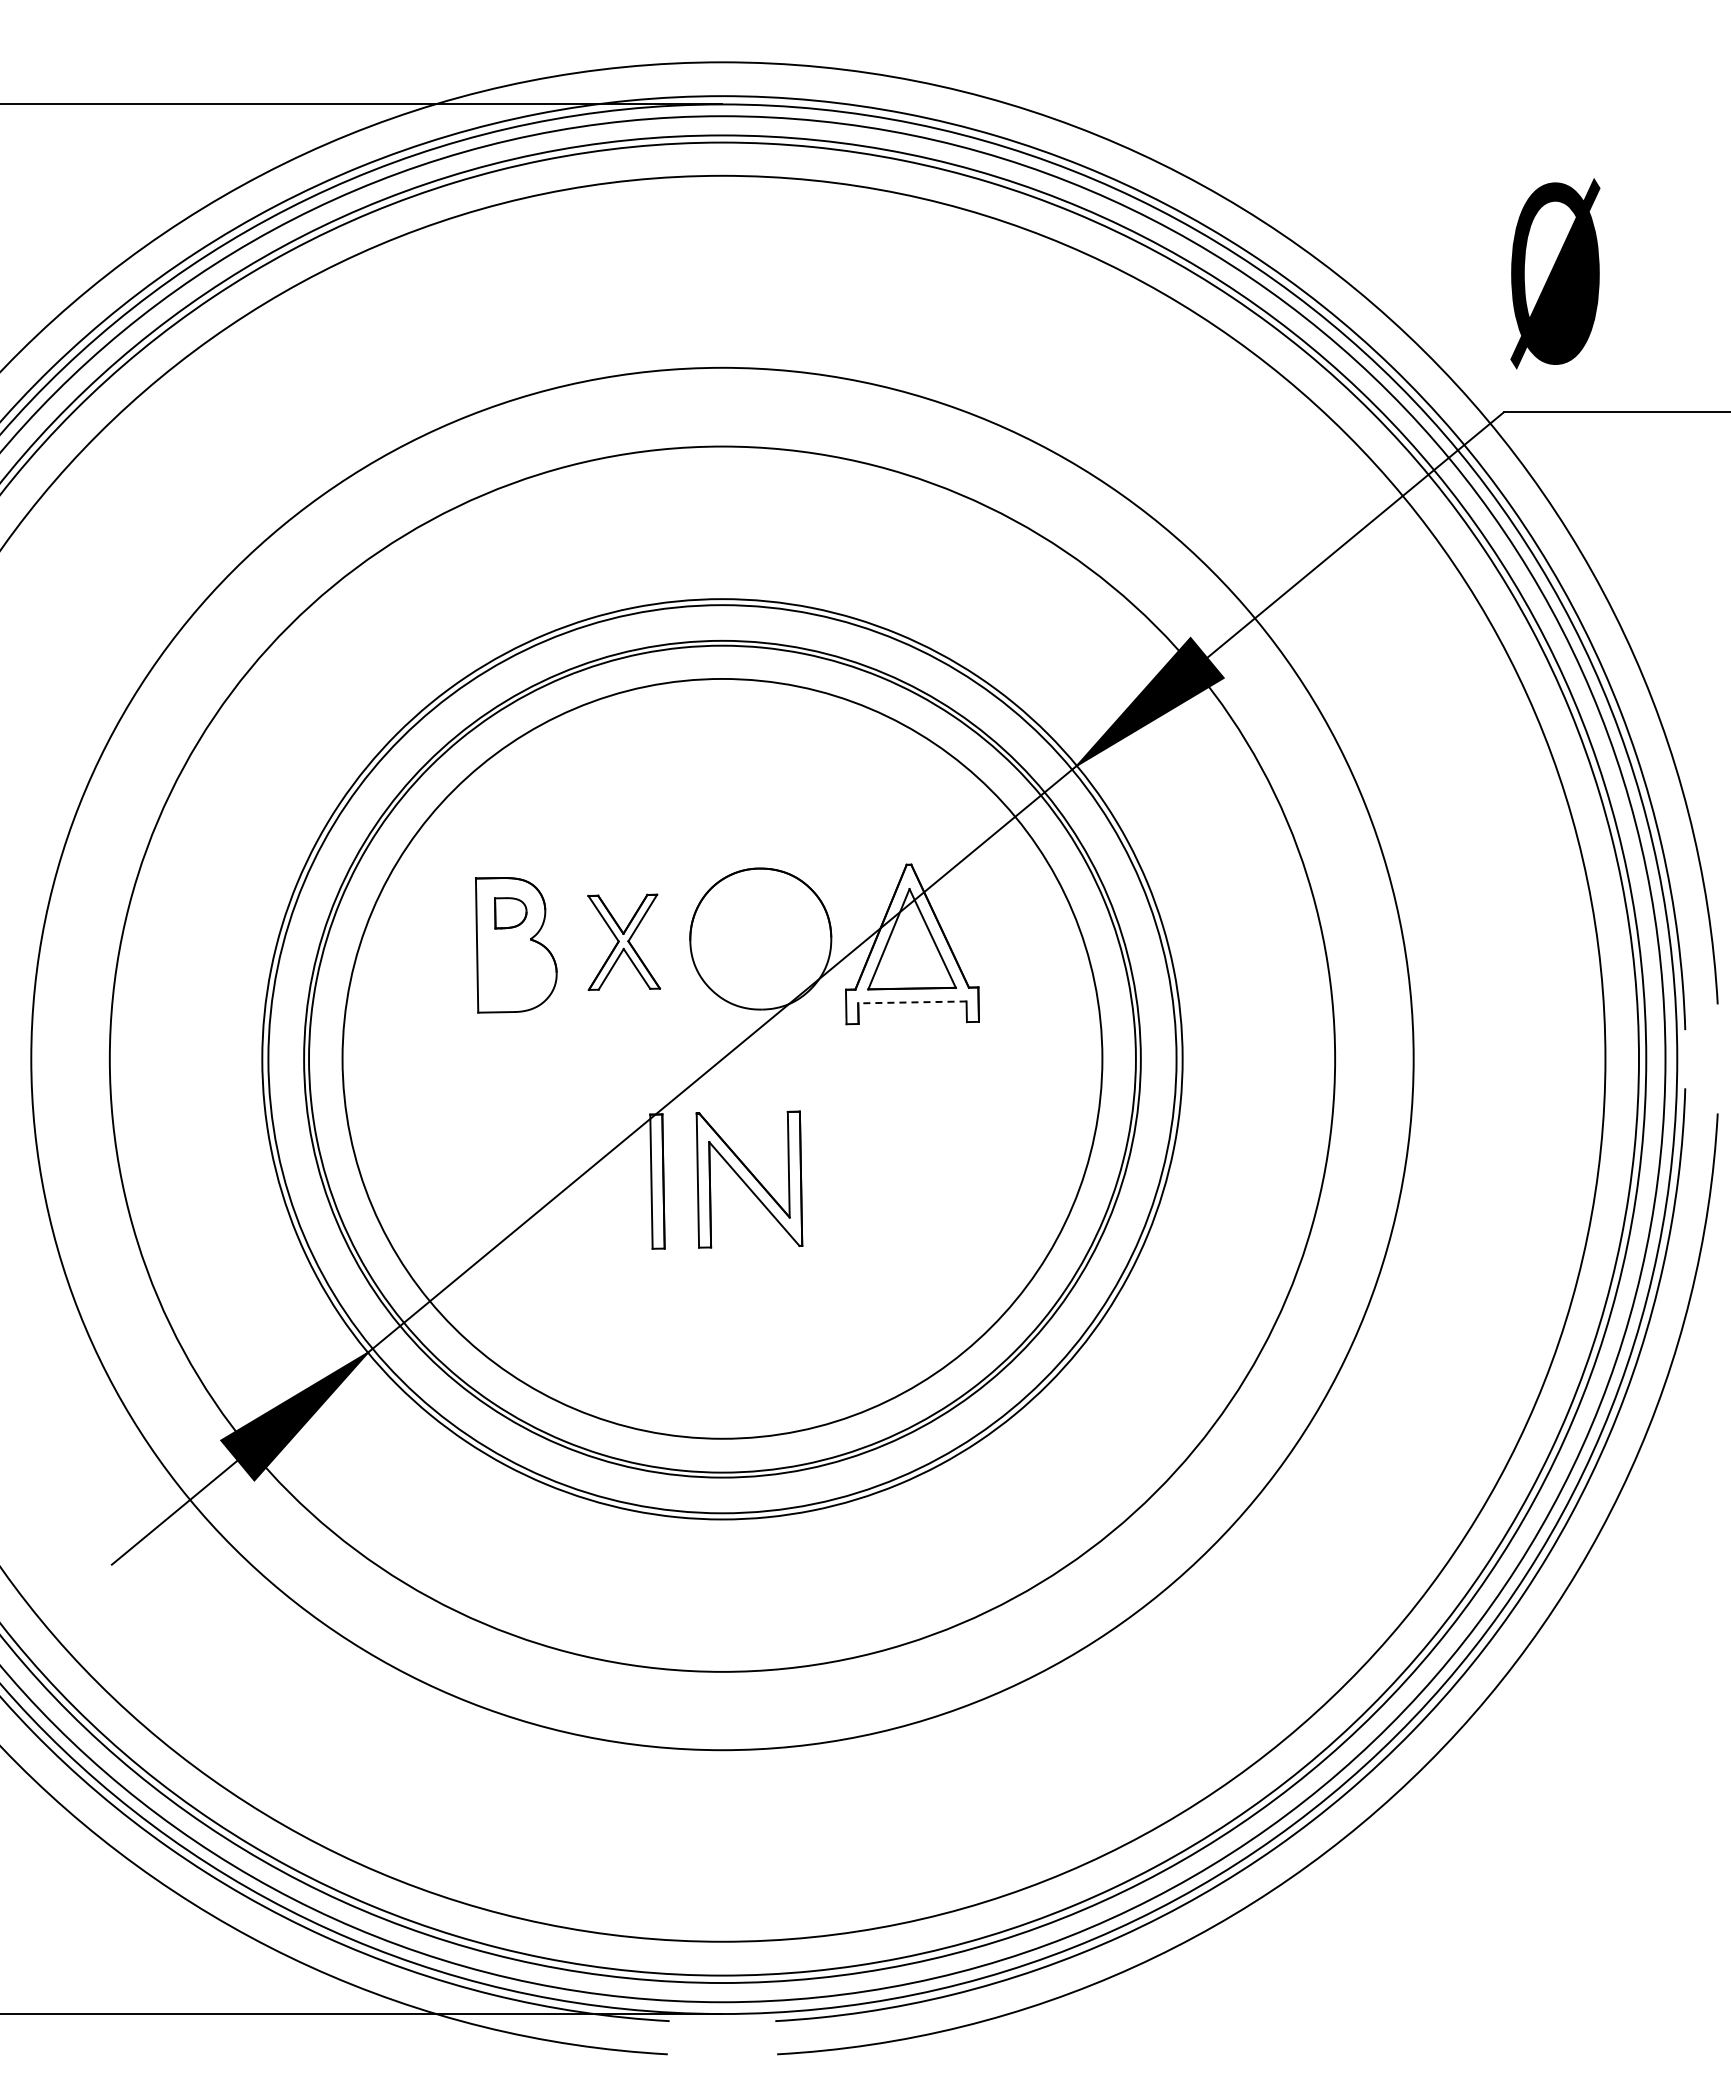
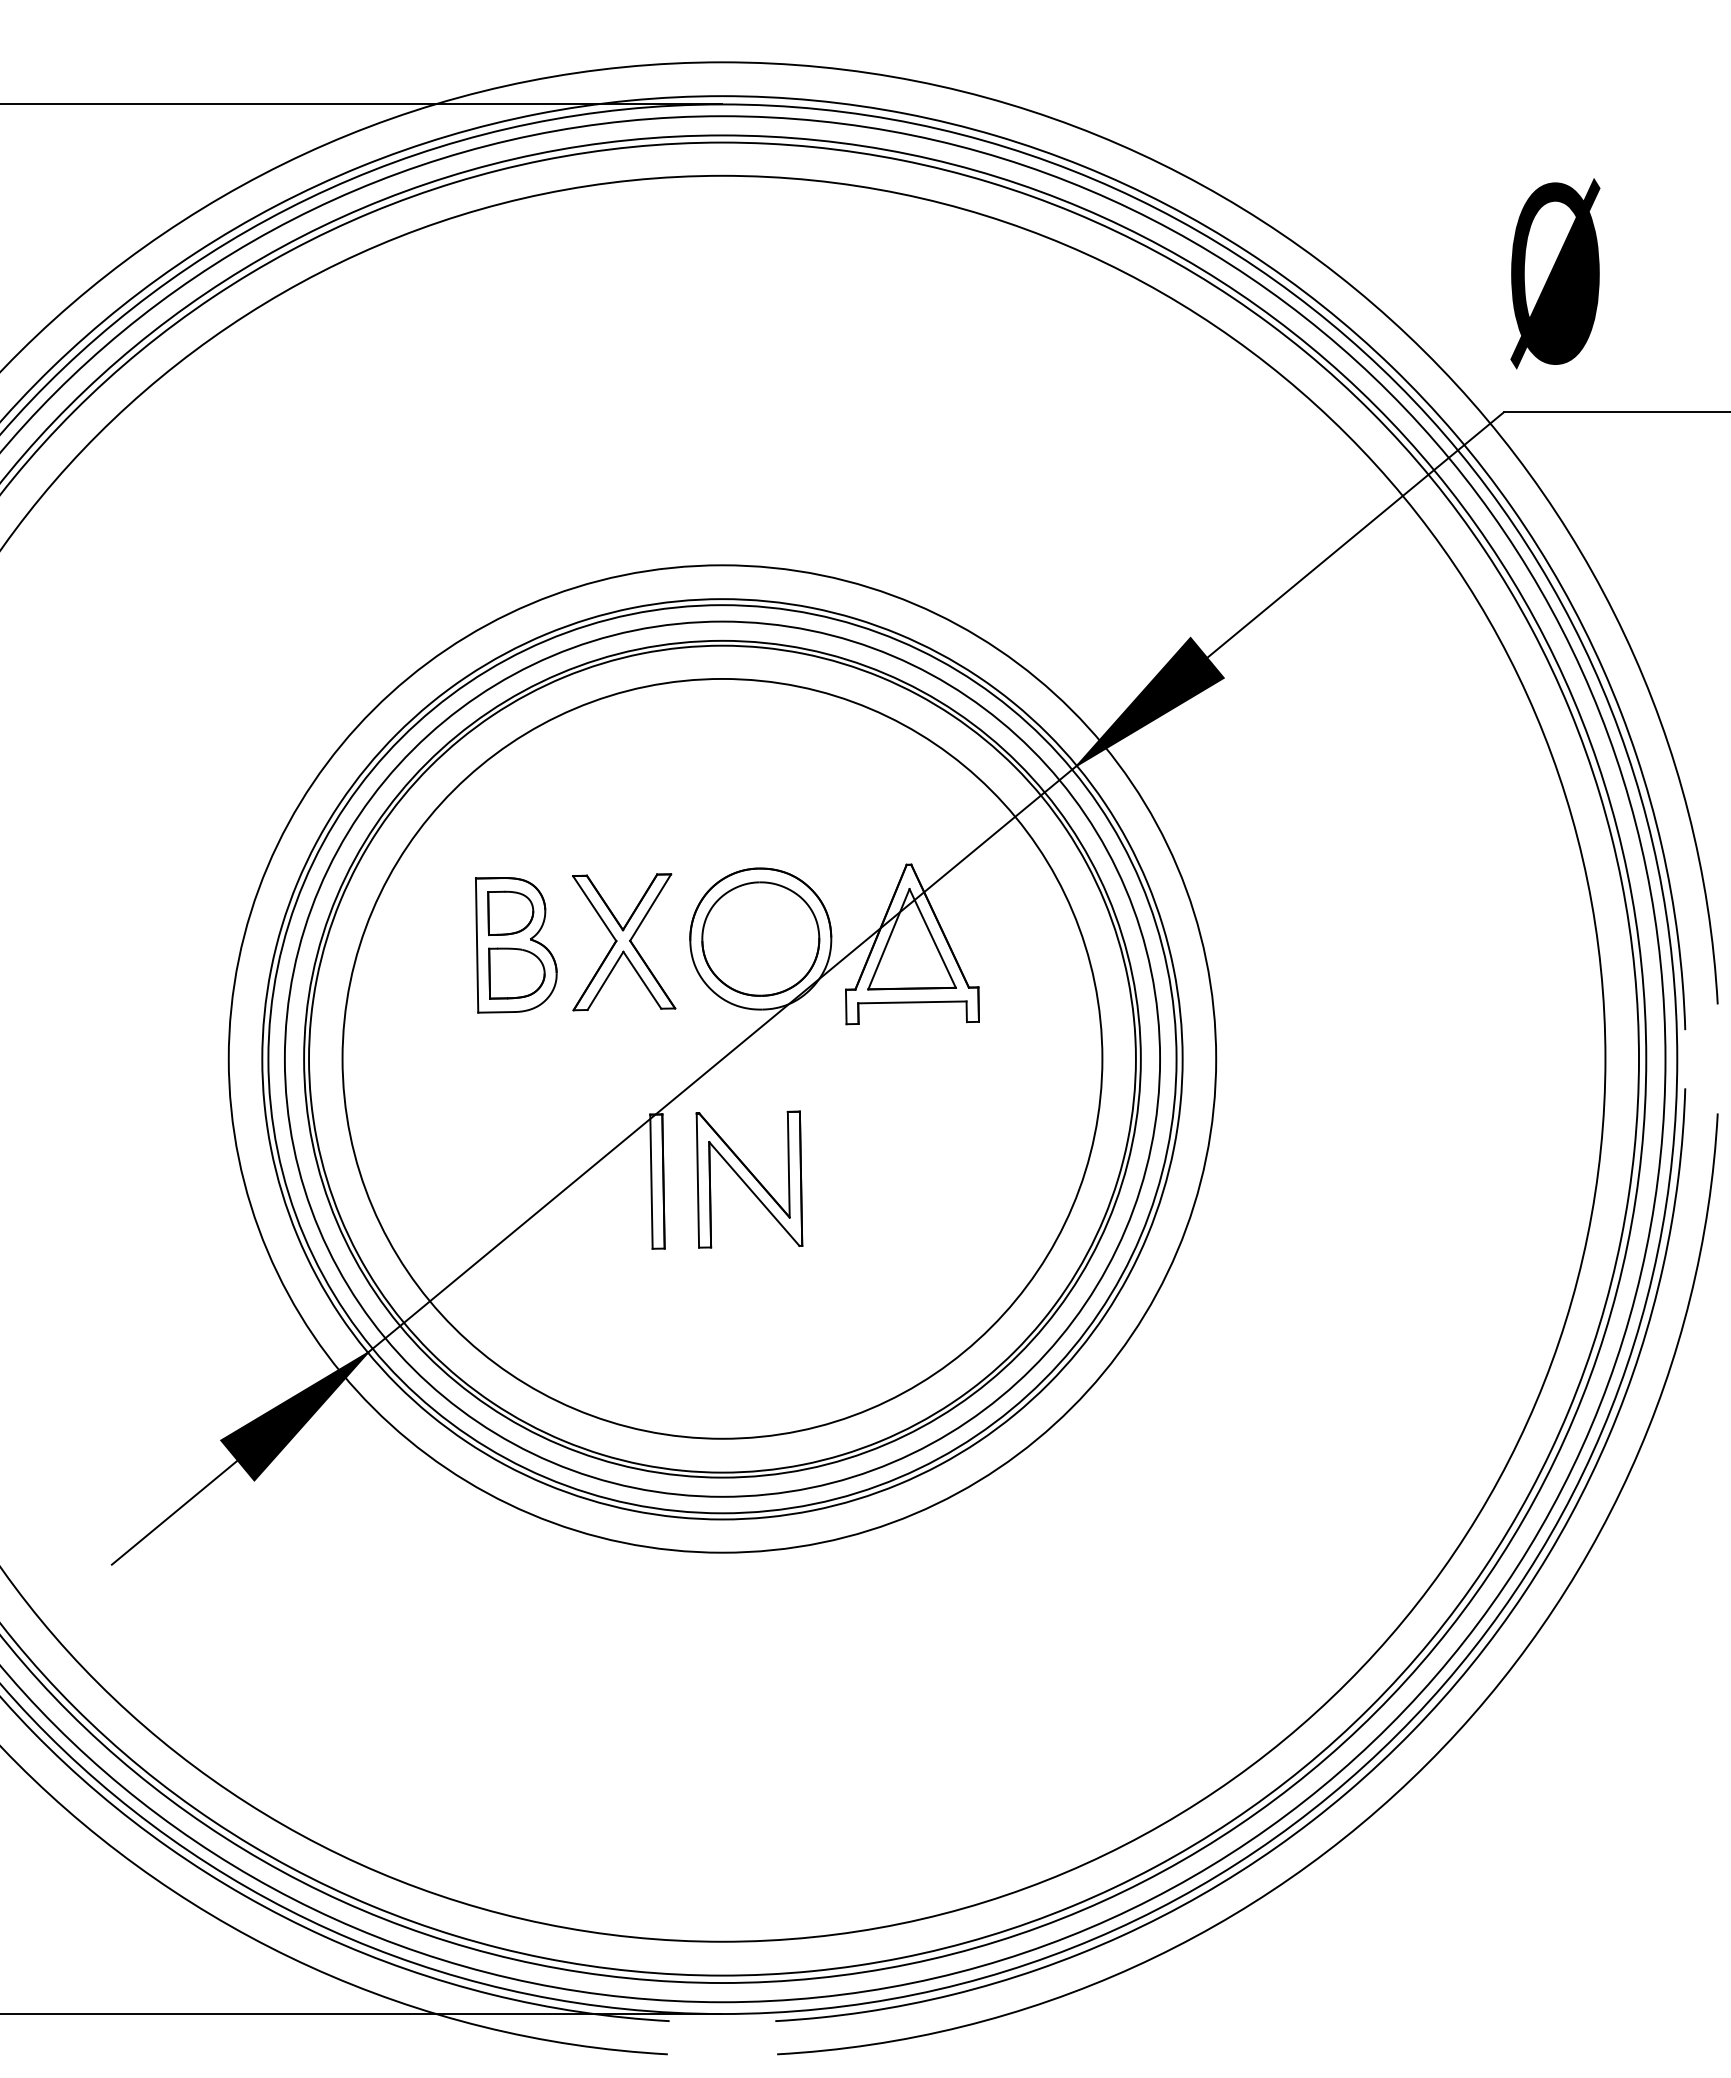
part at (510, 913) size: 34x33 px -> 48x46 px
part at (760, 938): none -> present
part at (624, 941) size: 75x98 px -> 105x139 px
part at (516, 973): none -> present
line at (911, 1002): dashed -> solid
circle at (722, 1058) diameter: 1225 px -> 875 px
circle at (722, 1058) diameter: 1382 px -> 987 px
